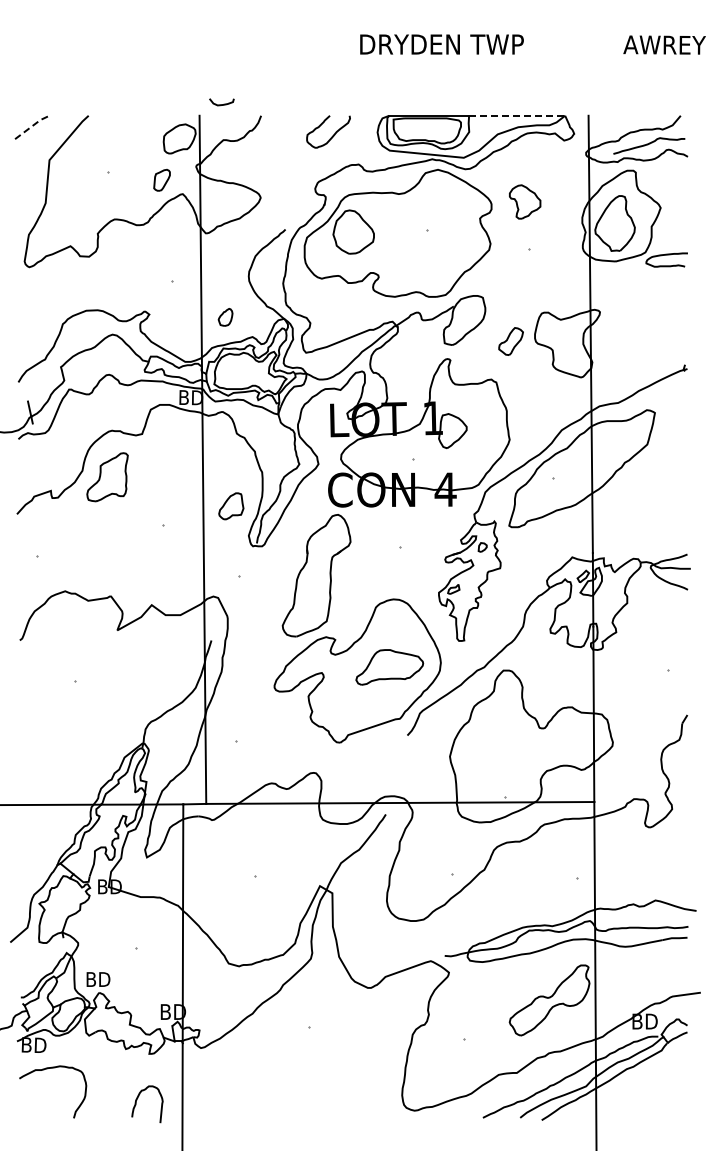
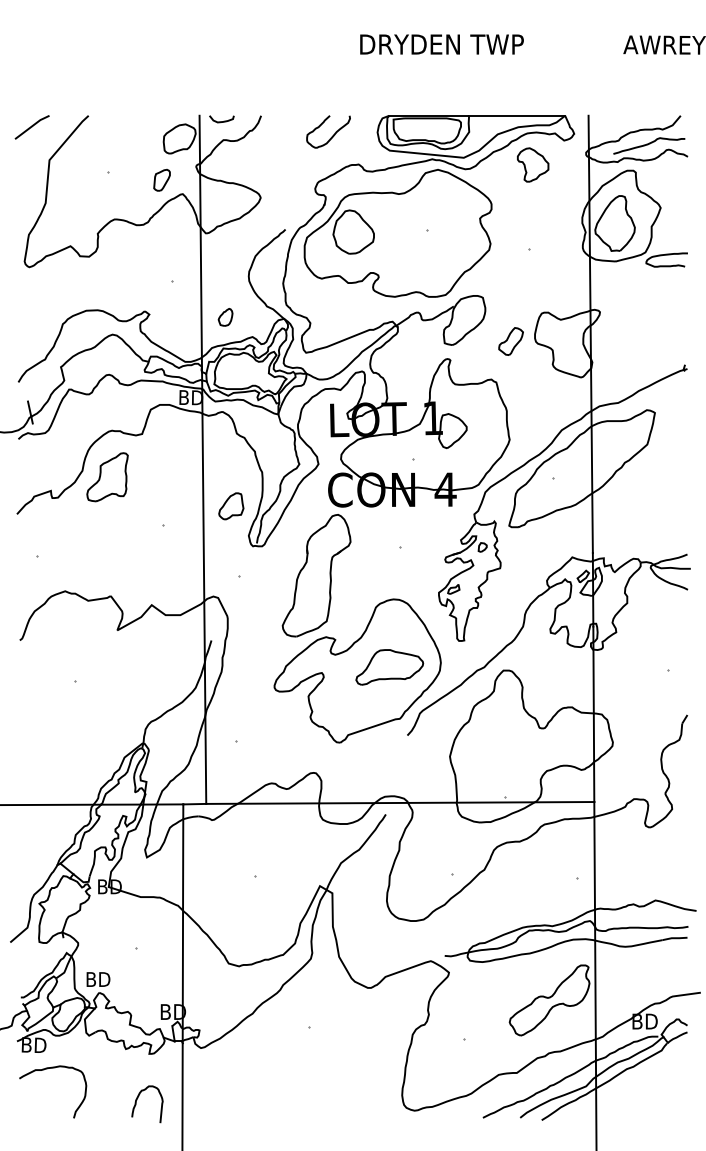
curve at (221, 104) position: (221, 104) -> (221, 121)
line at (517, 115): dashed -> solid
line at (32, 126): dashed -> solid
part at (525, 201) position: (525, 201) -> (533, 164)
